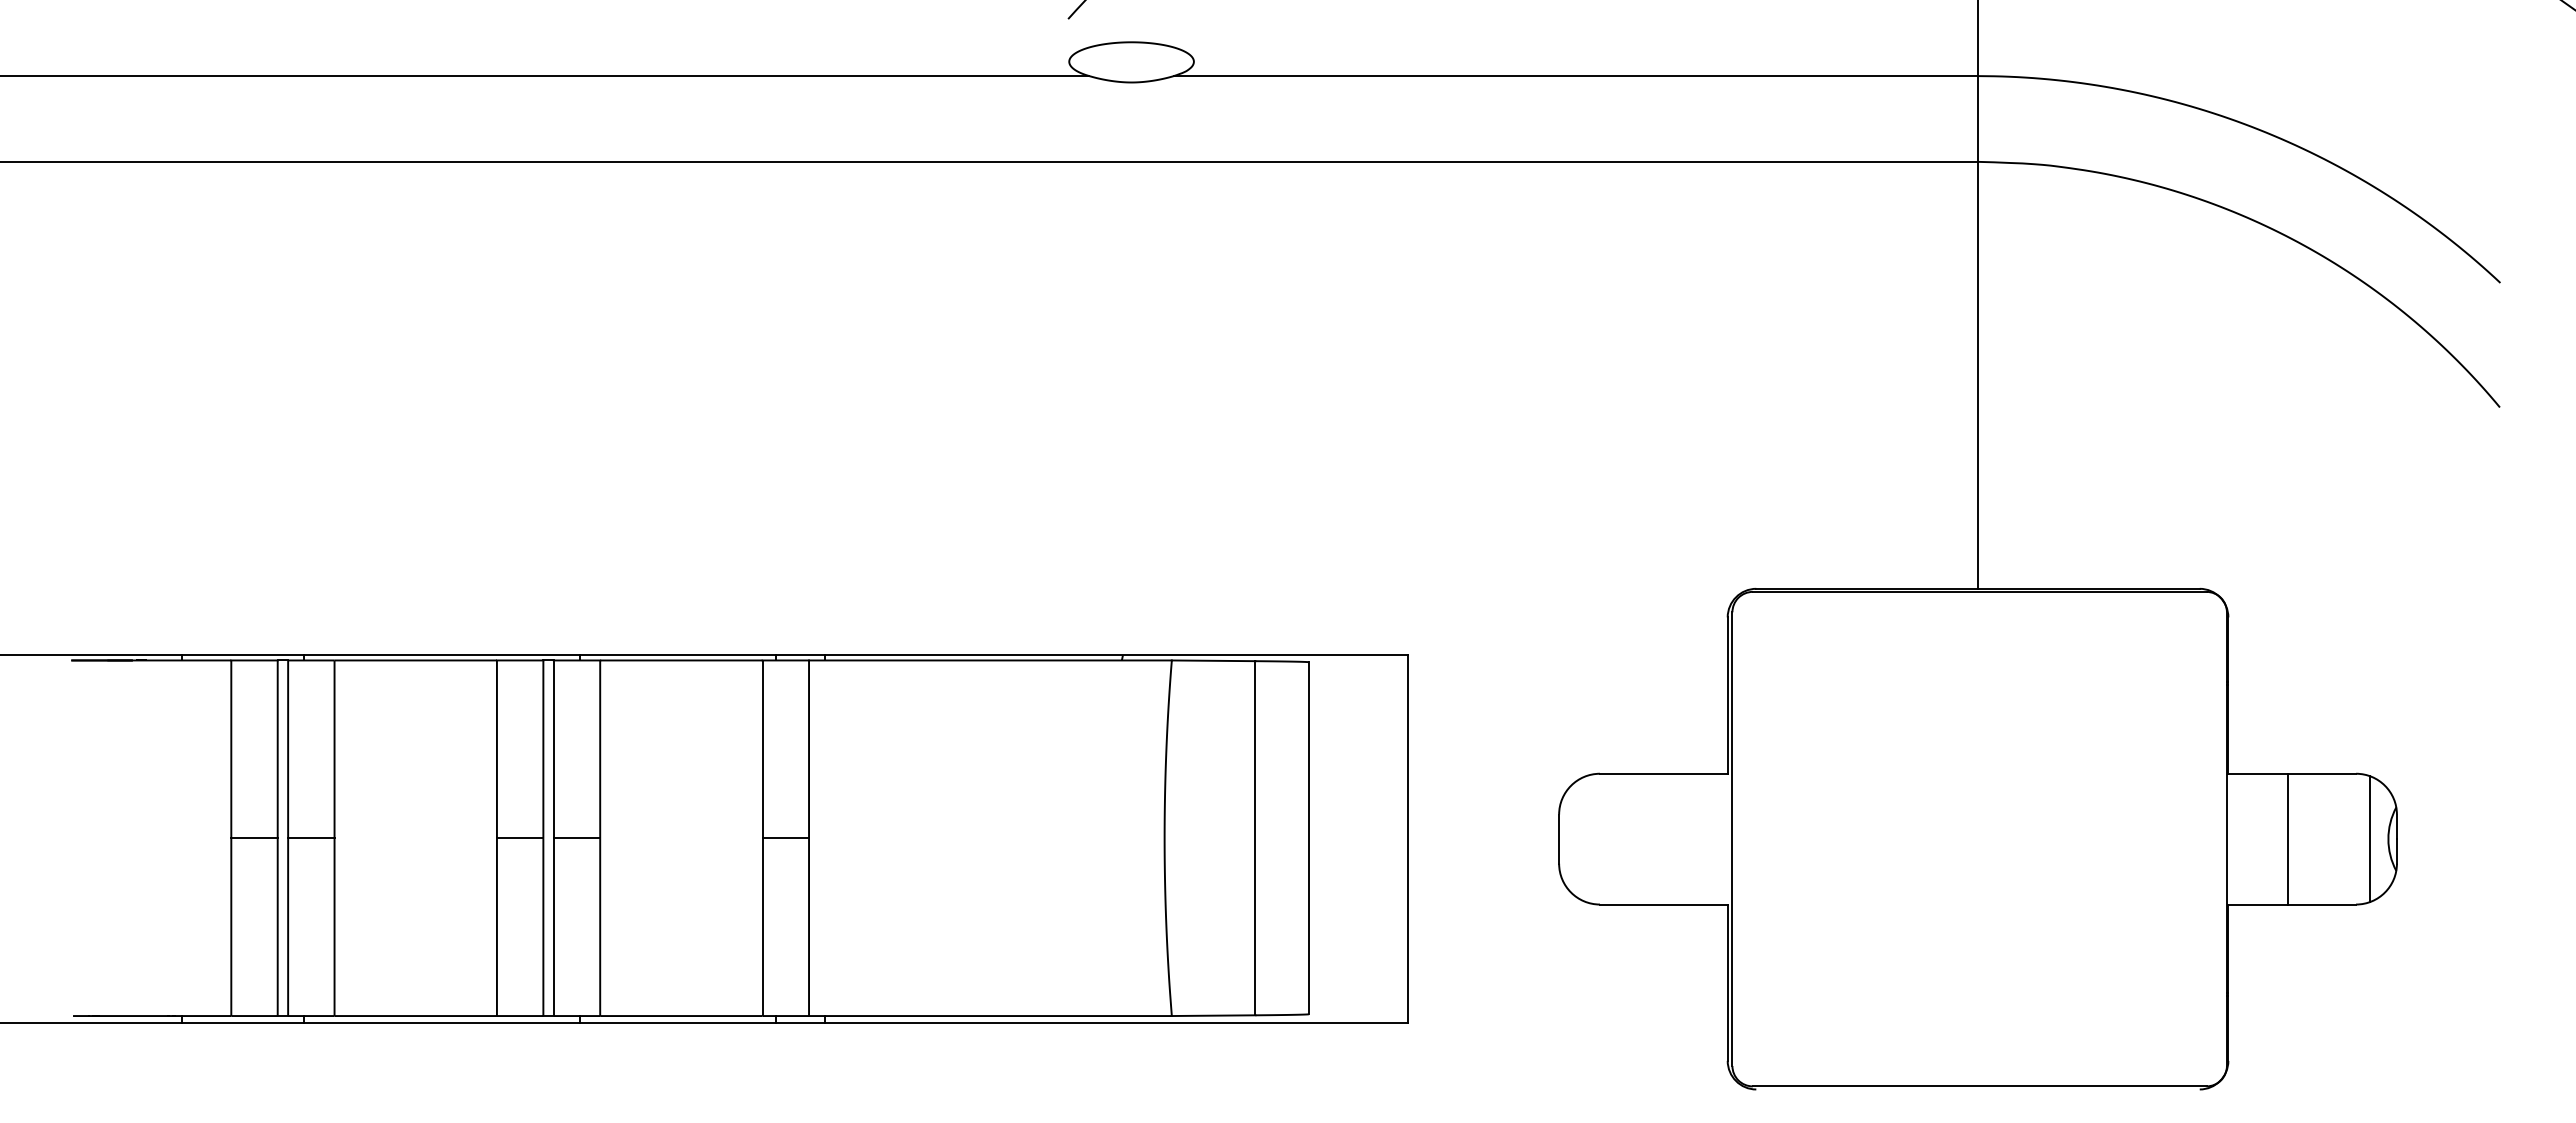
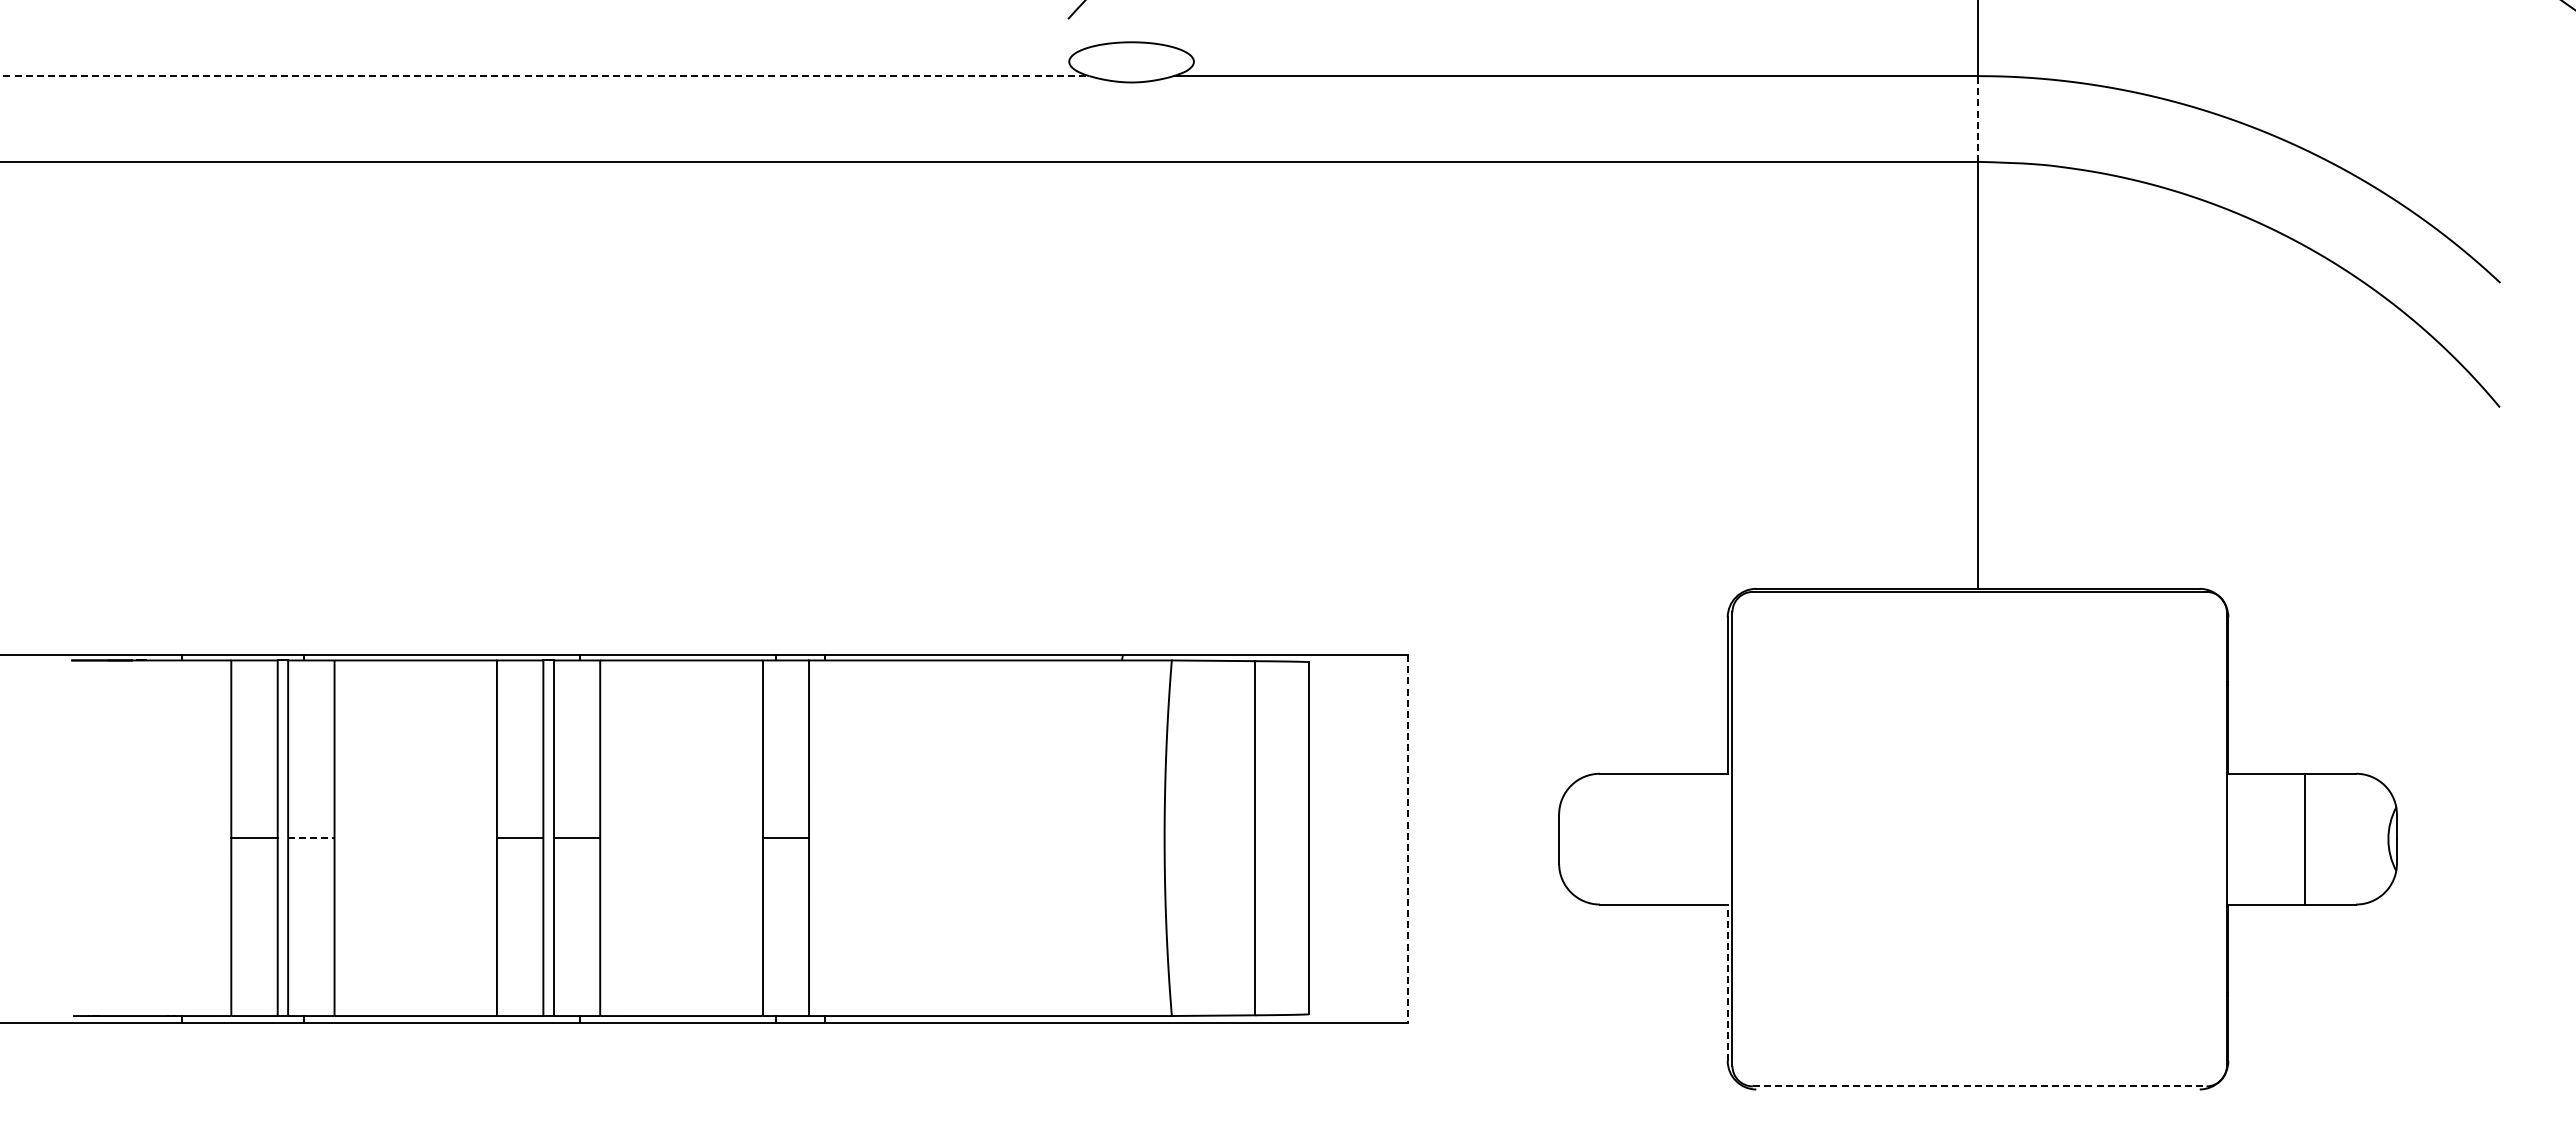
line at (545, 76): solid -> dashed
line at (1978, 118): solid -> dashed
line at (311, 838): solid -> dashed
line at (2288, 838) position: (2288, 838) -> (2305, 838)
line at (1407, 839): solid -> dashed
line at (2369, 839): present -> none
line at (1727, 982): solid -> dashed
line at (1979, 1086): solid -> dashed
